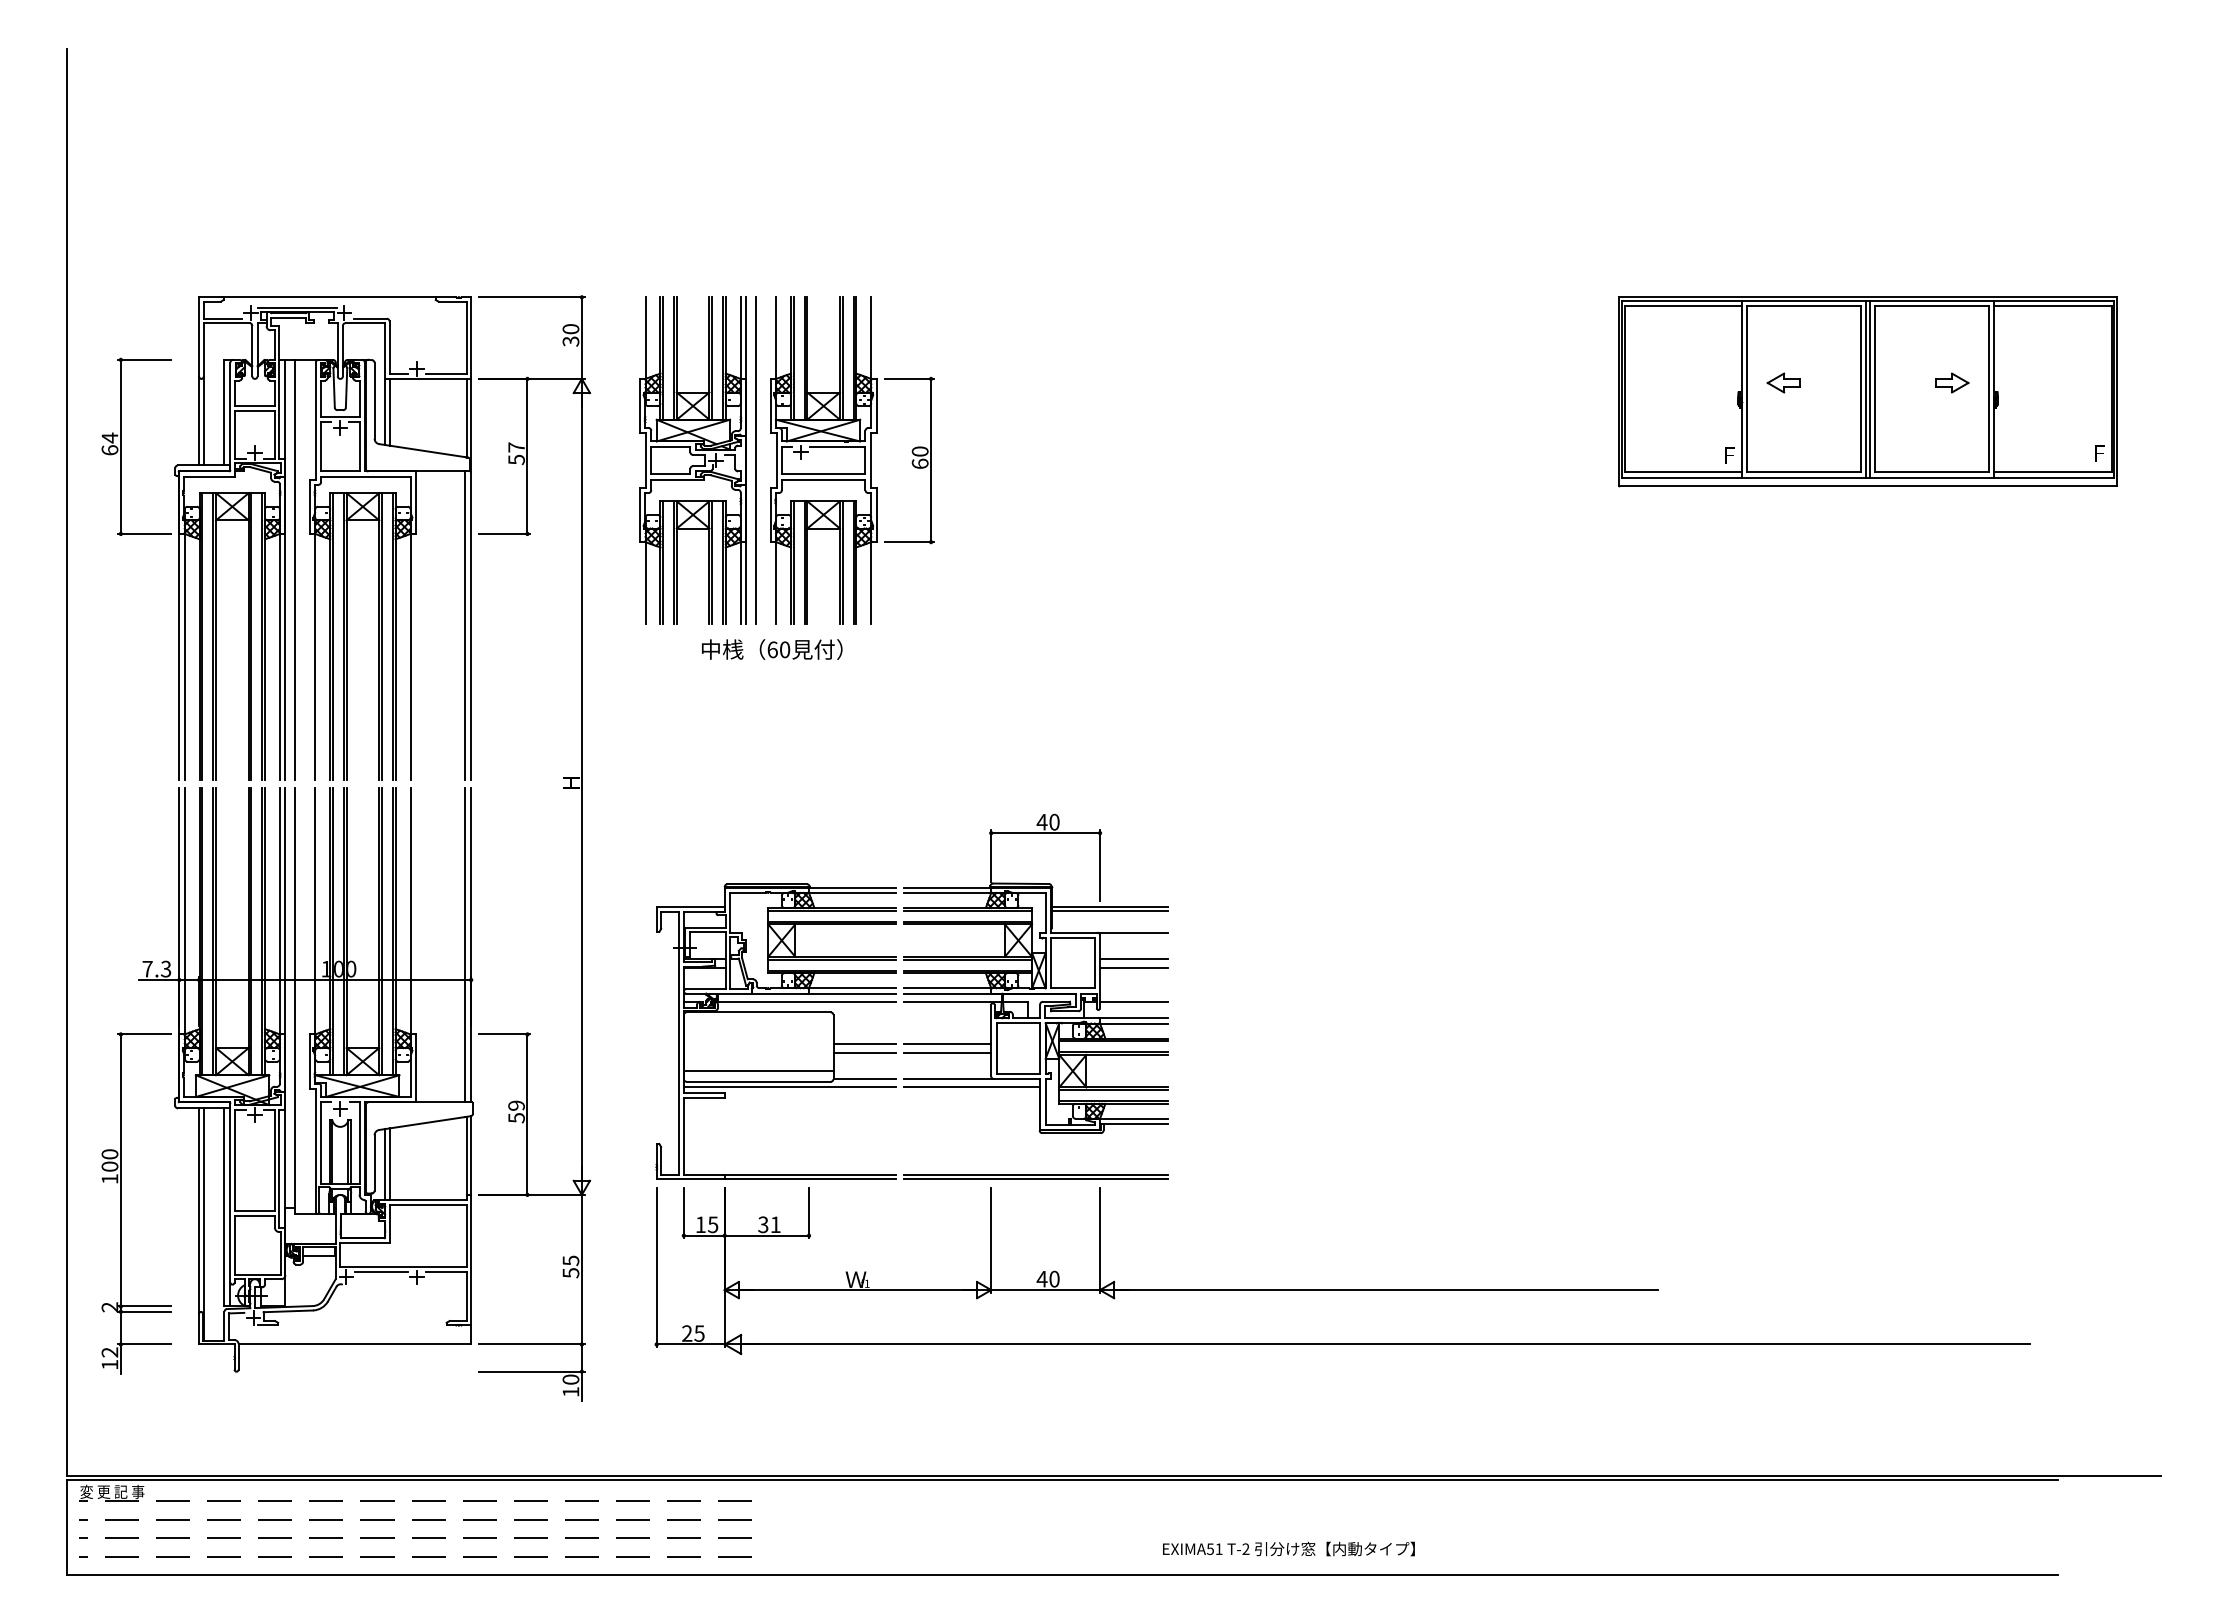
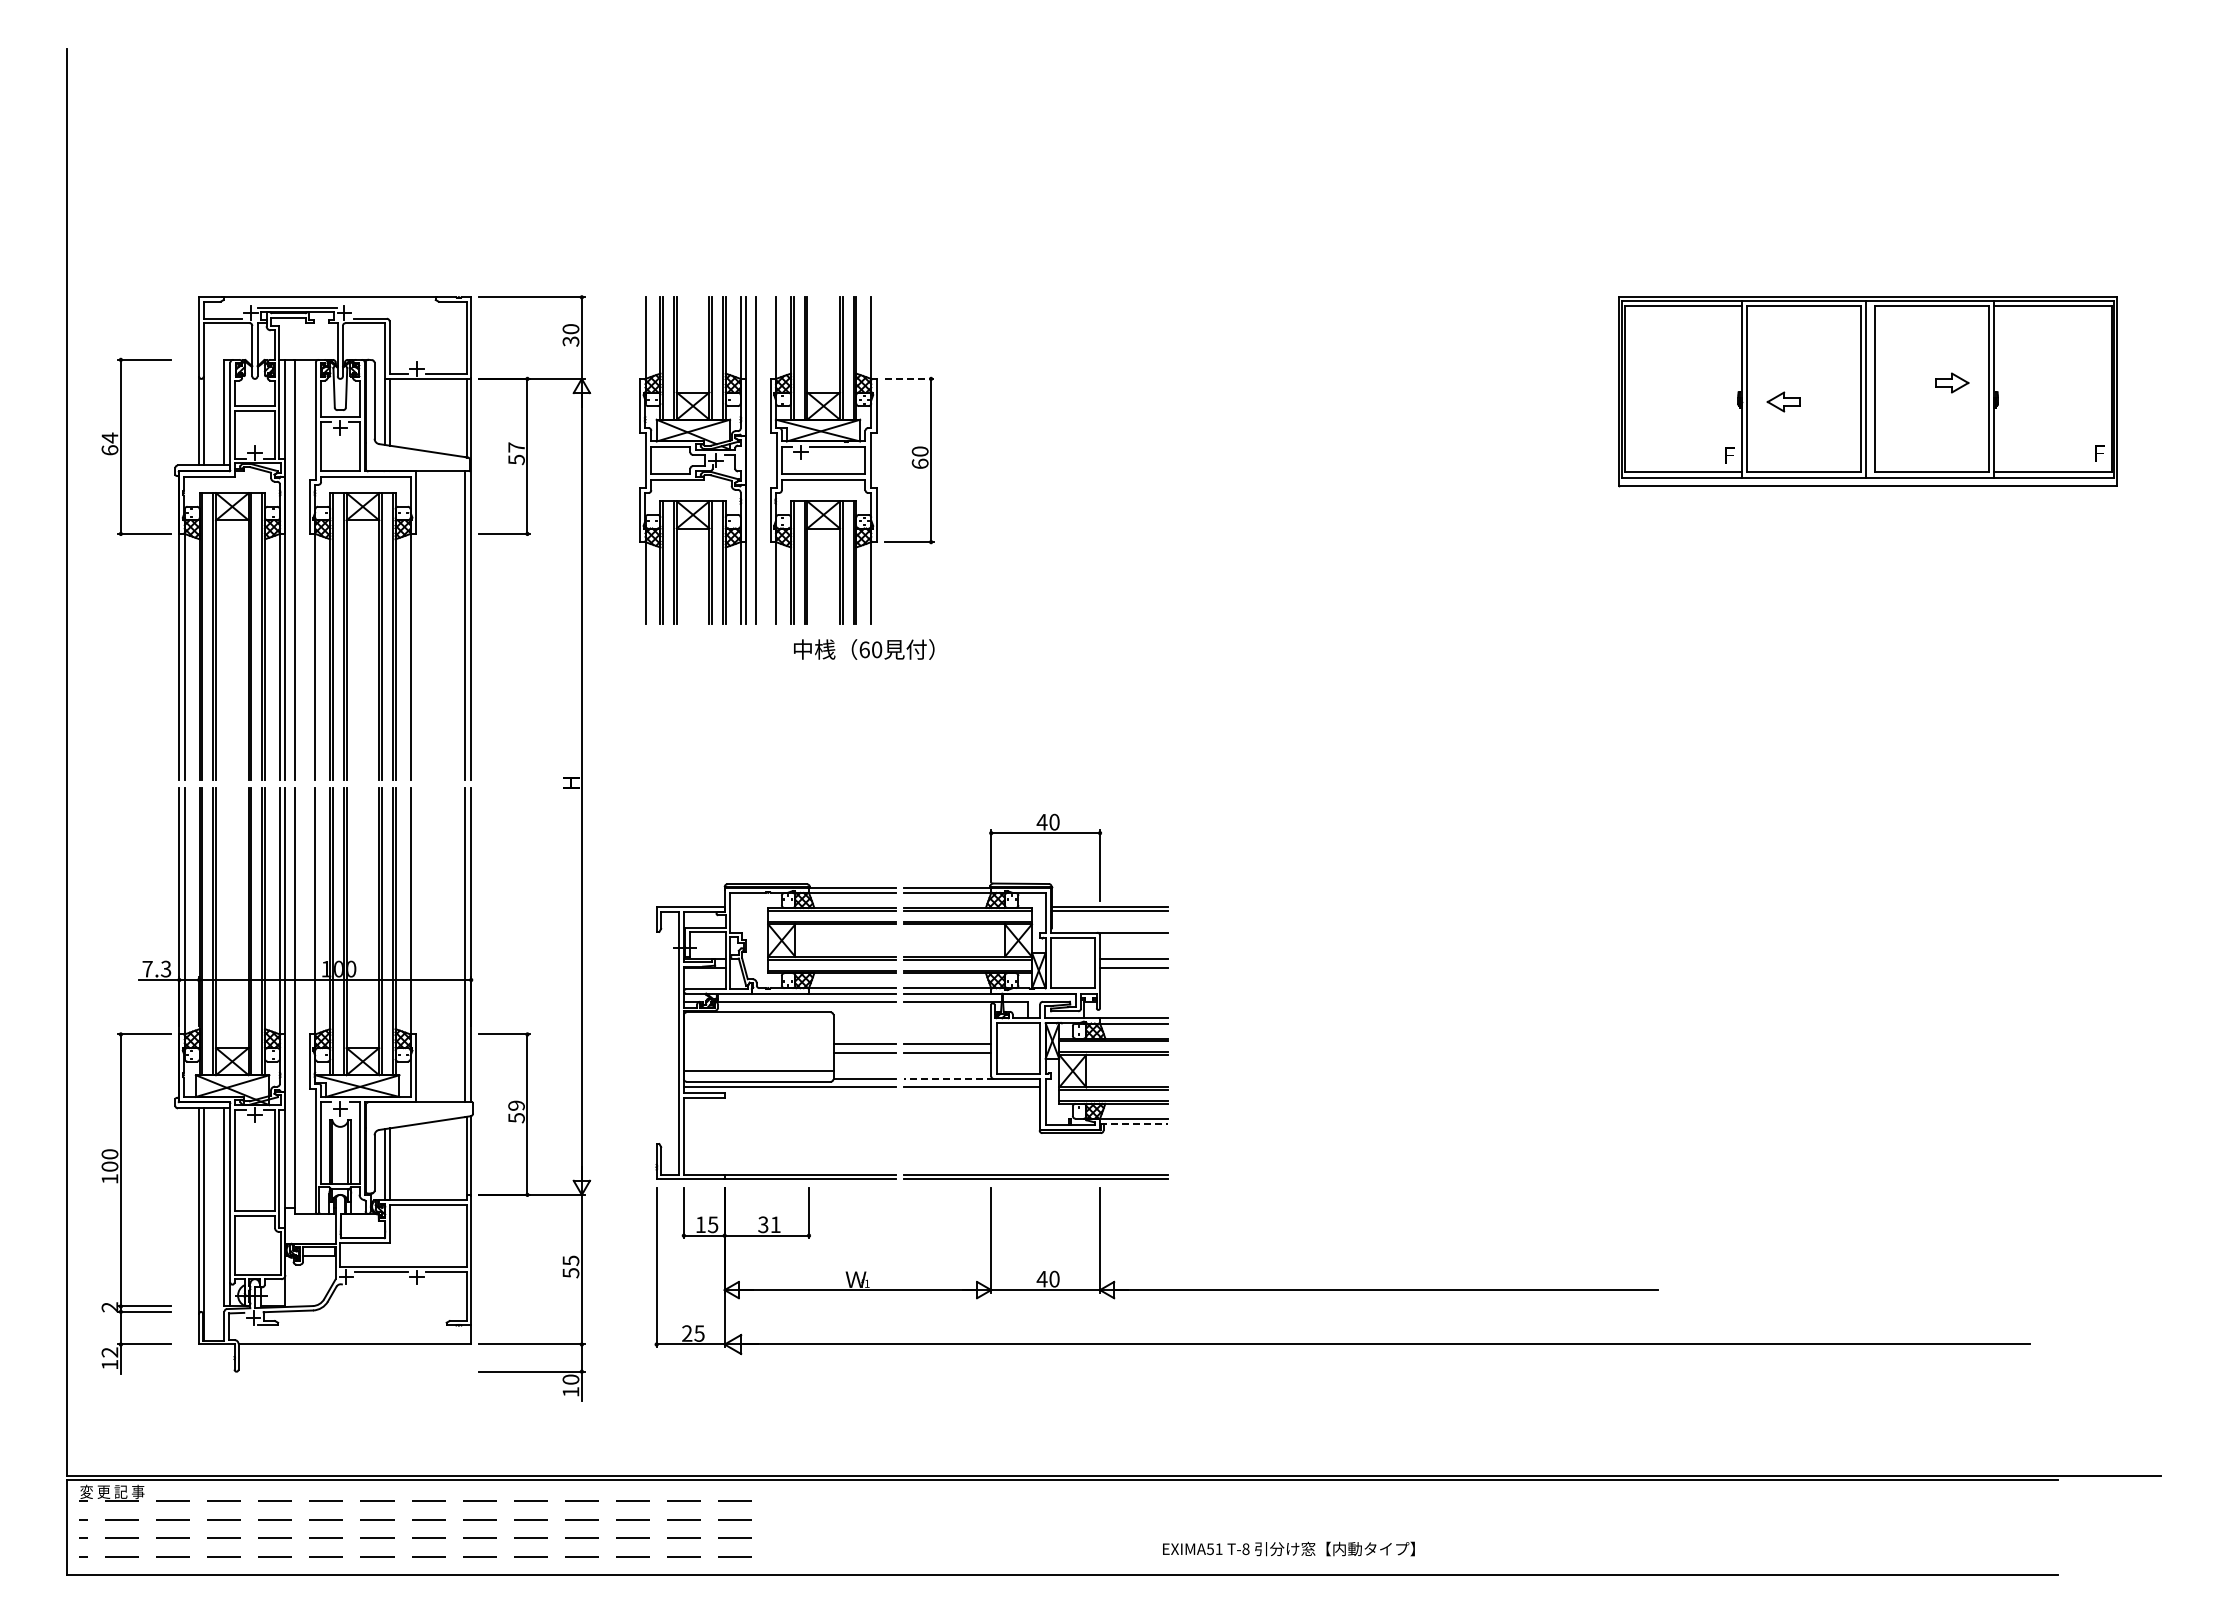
line at (909, 378): solid -> dashed
part at (1783, 382) position: (1783, 382) -> (1783, 401)
line at (1869, 389): present -> none
text at (772, 649) position: (772, 649) -> (864, 649)
line at (1134, 1001): present -> none
line at (949, 1079): solid -> dashed
line at (1134, 1124): solid -> dashed
text at (1245, 1549): T-2 -> T-8
